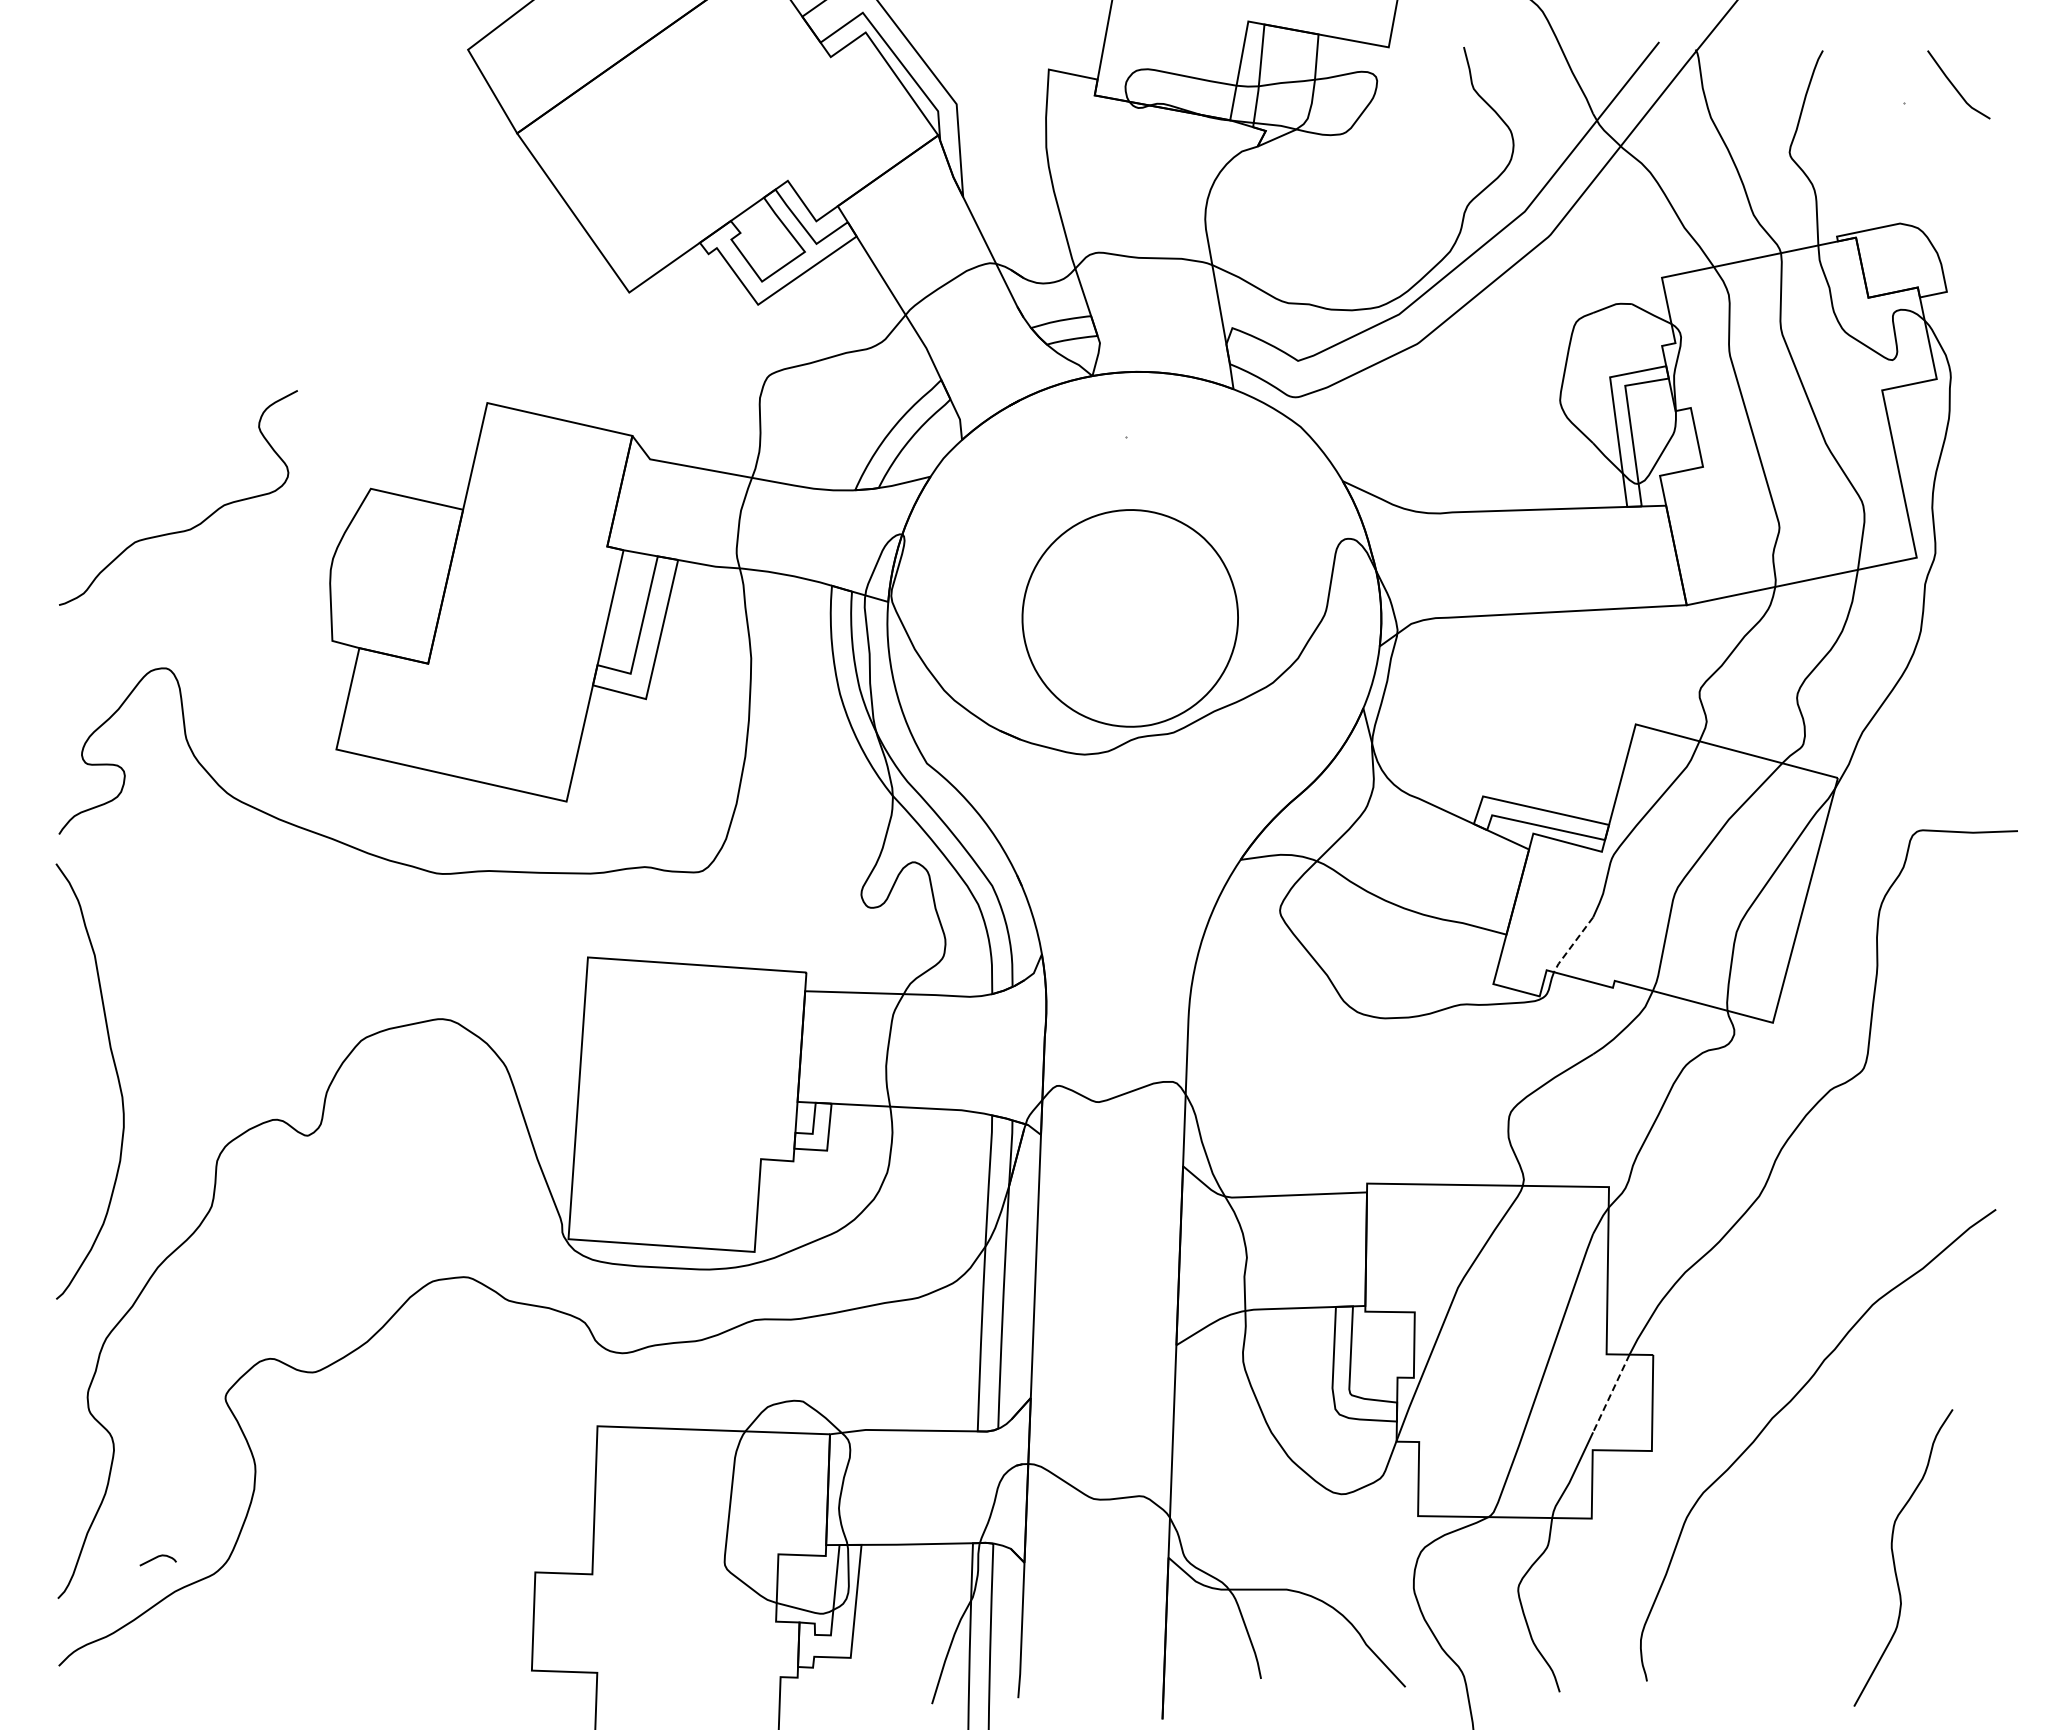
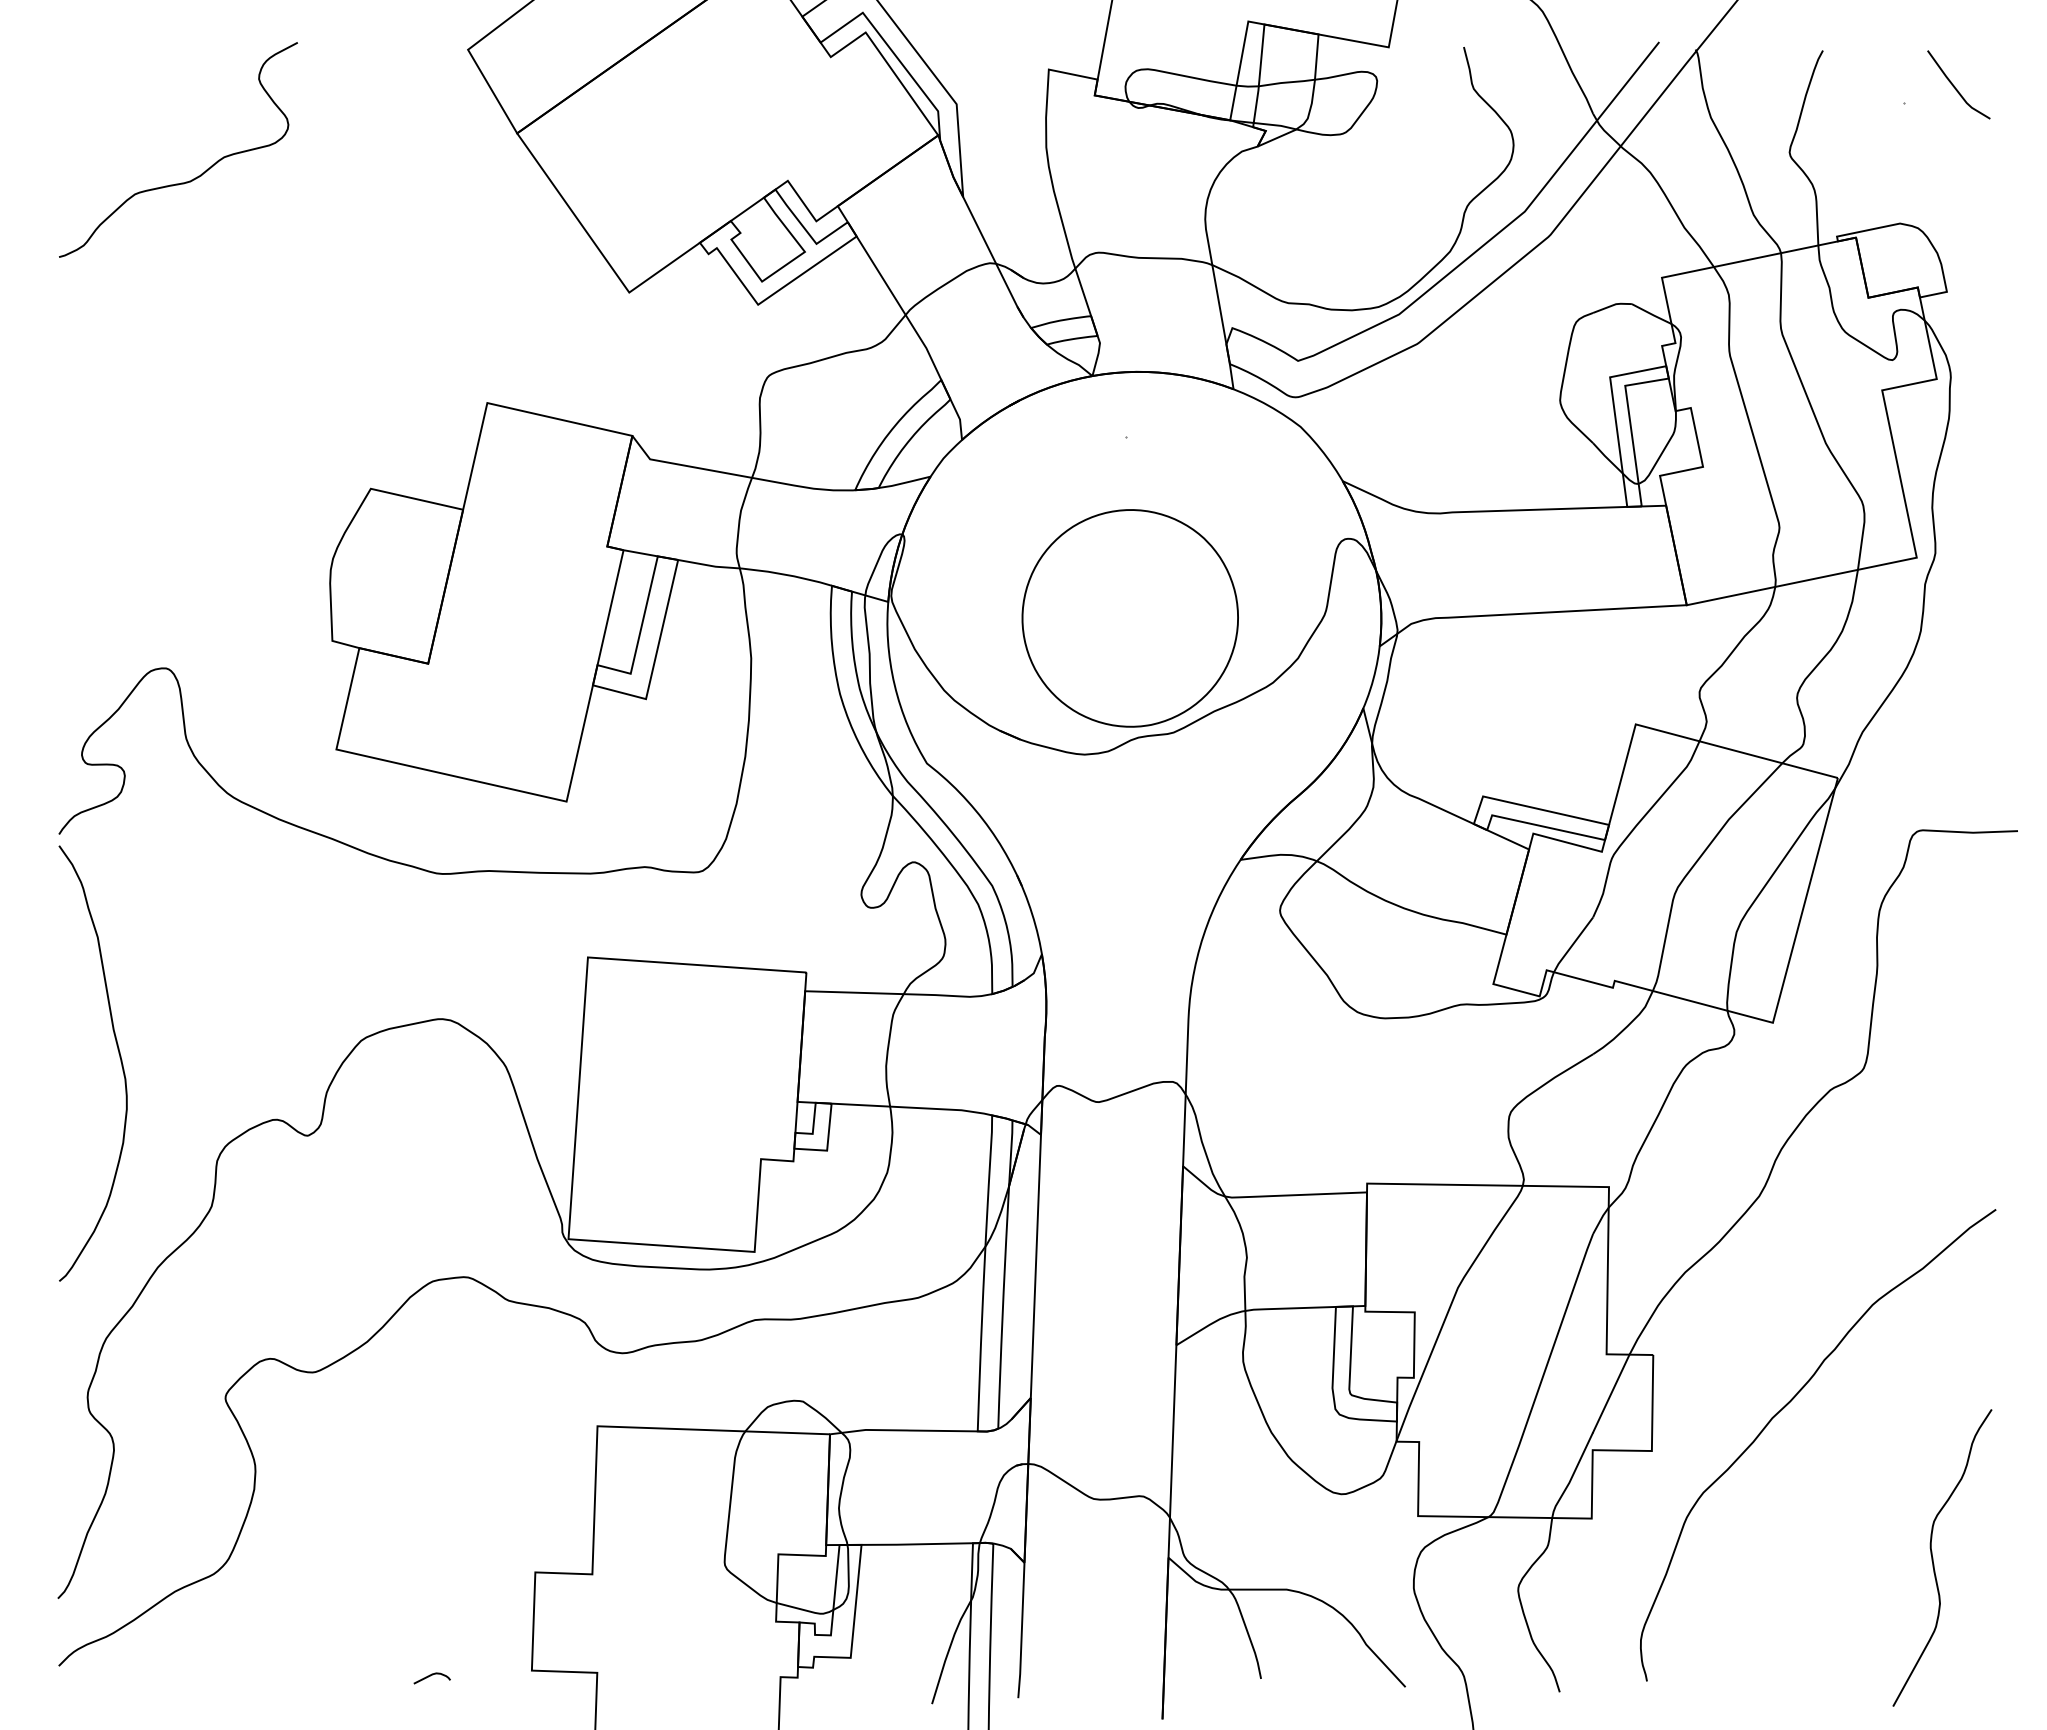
curve at (193, 526) position: (193, 526) -> (193, 178)
line at (1572, 945): dashed -> solid
curve at (116, 1075) position: (116, 1075) -> (119, 1057)
line at (1611, 1393): dashed -> solid
curve at (1894, 1557) position: (1894, 1557) -> (1933, 1557)
curve at (156, 1558) position: (156, 1558) -> (430, 1676)
